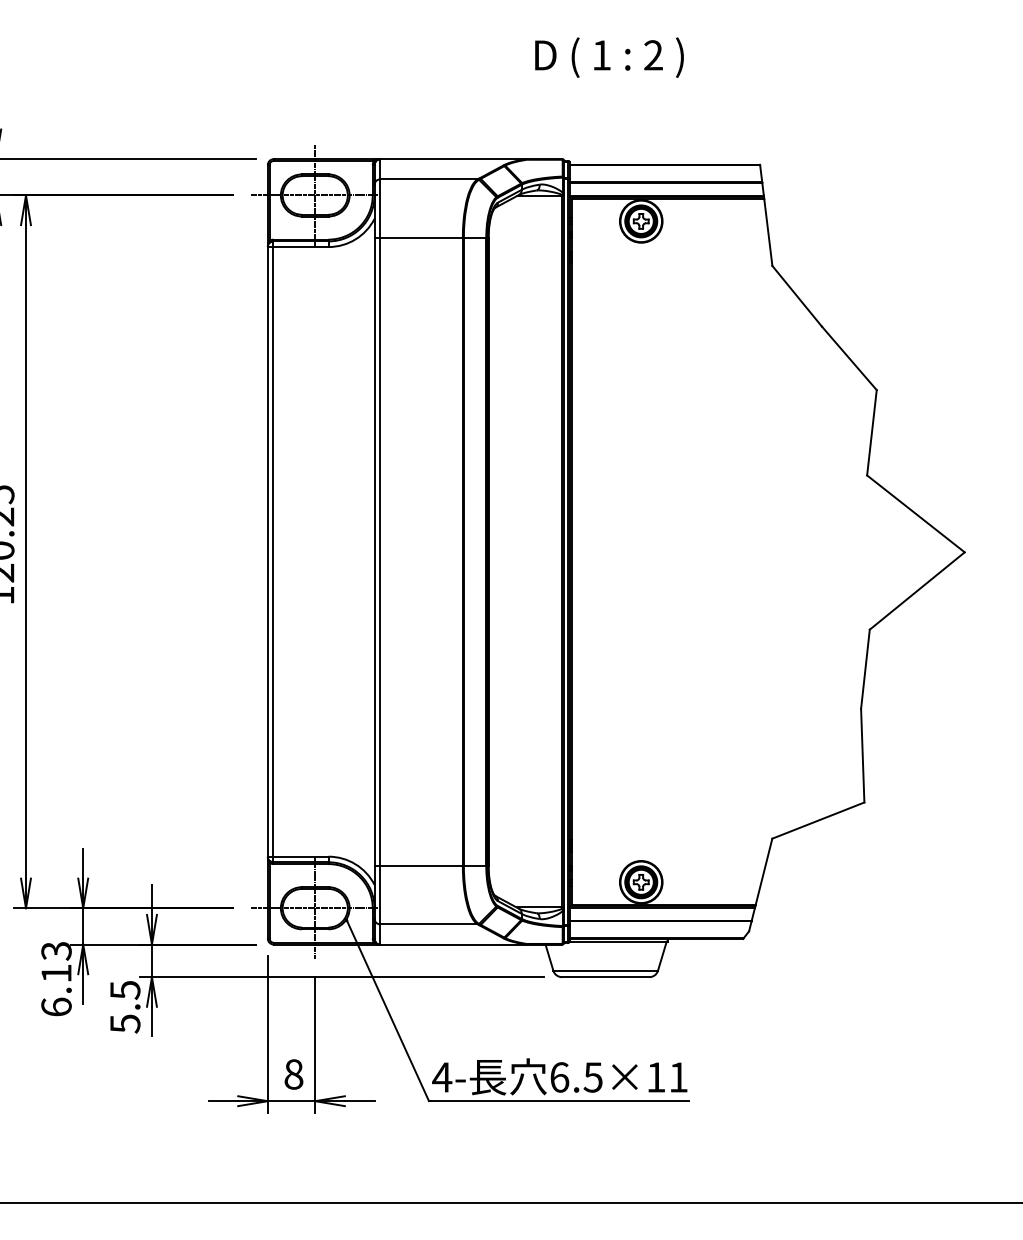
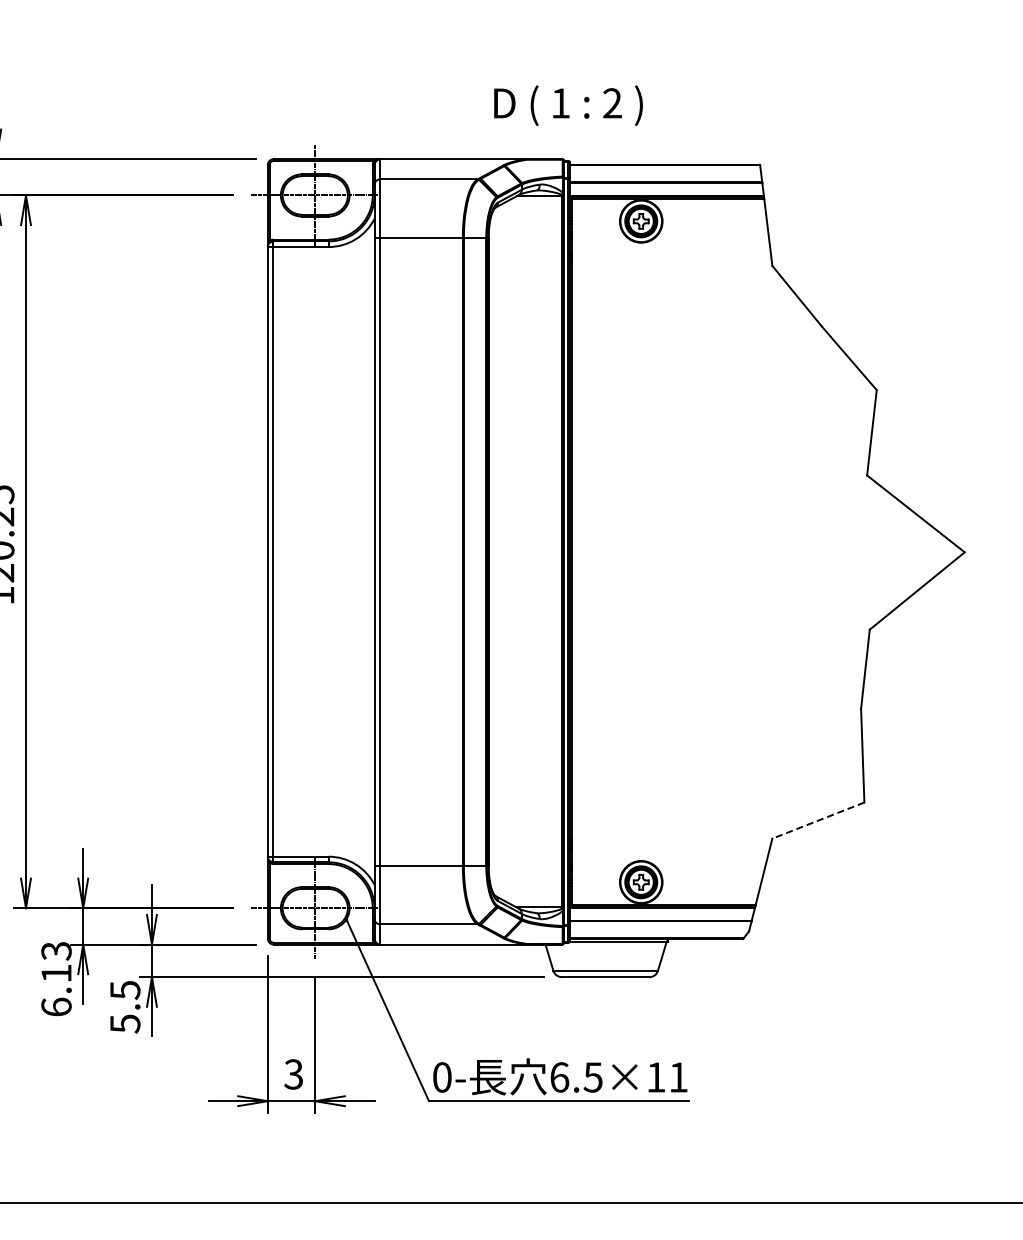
text at (609, 57) position: (609, 57) -> (568, 105)
line at (817, 820): solid -> dashed
text at (293, 1074): 8 -> 3
text at (442, 1077): 4- -> 0-
